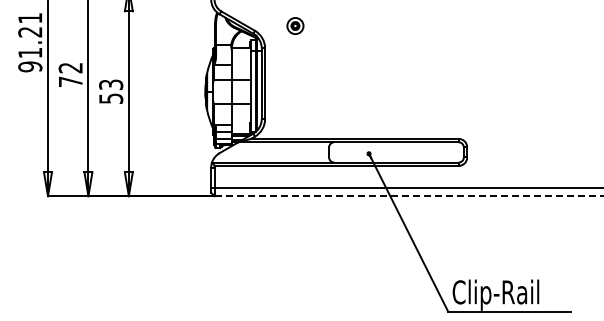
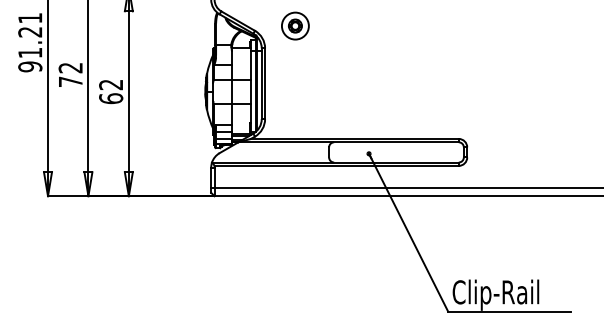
part at (295, 25) size: 19x18 px -> 29x30 px
text at (111, 91): 53 -> 62
line at (409, 196): dashed -> solid
